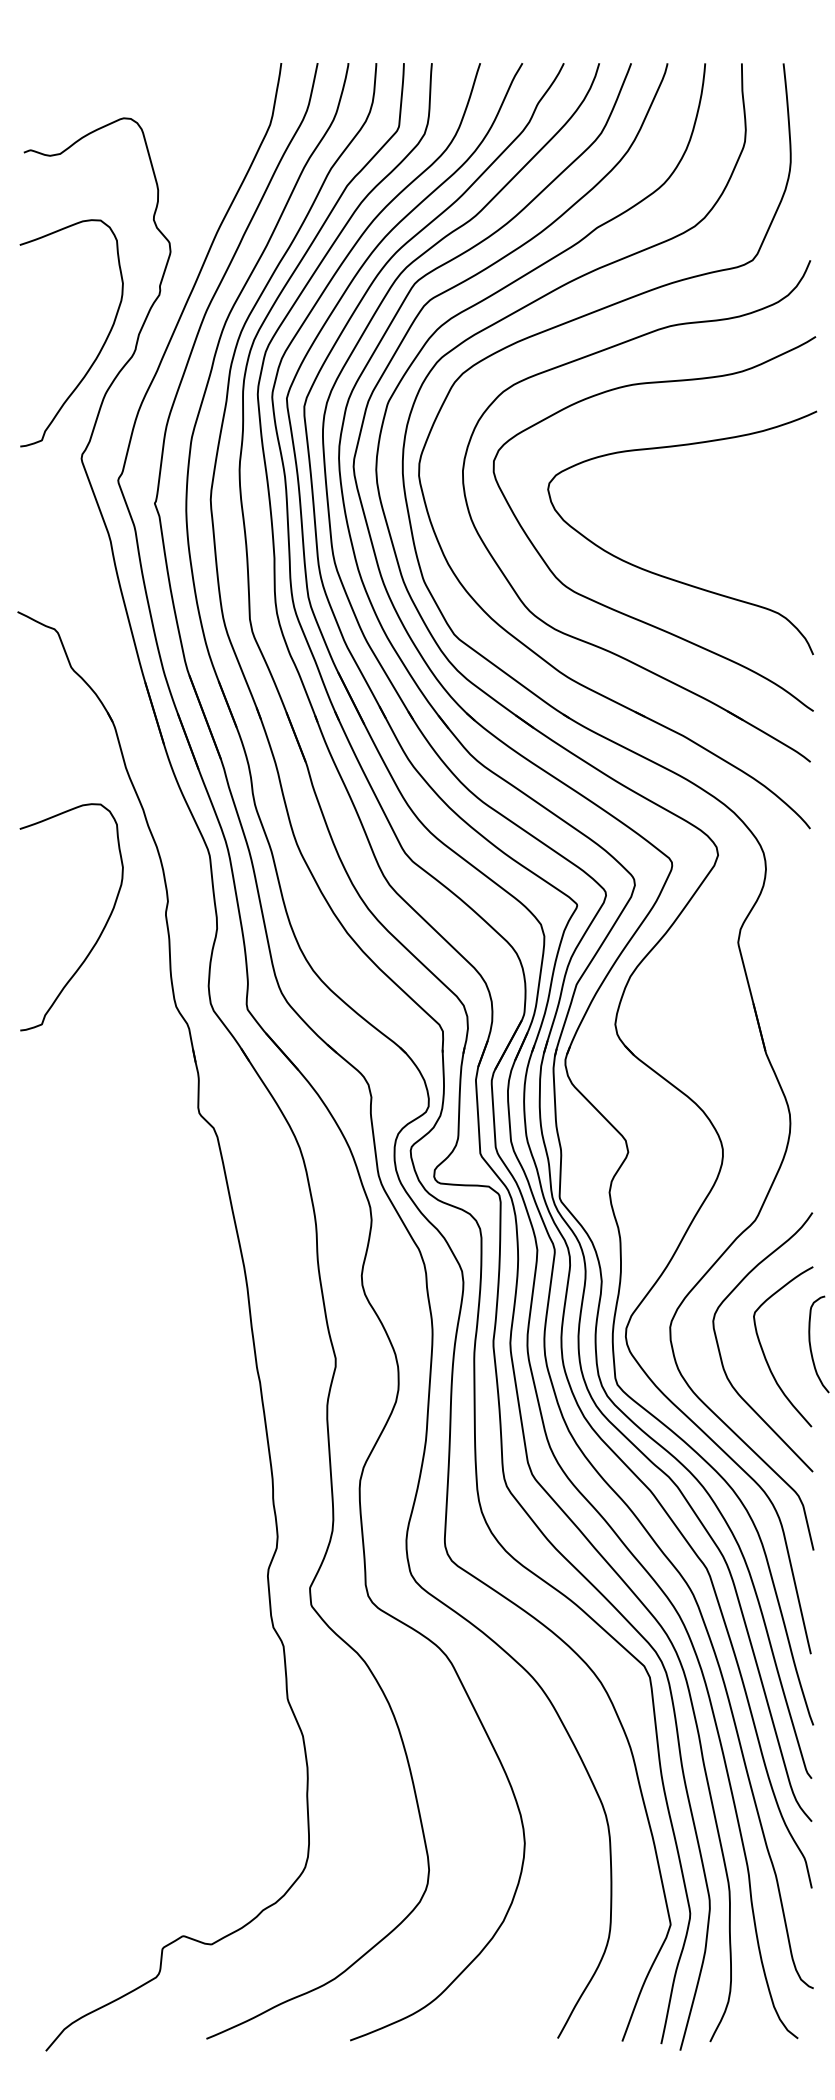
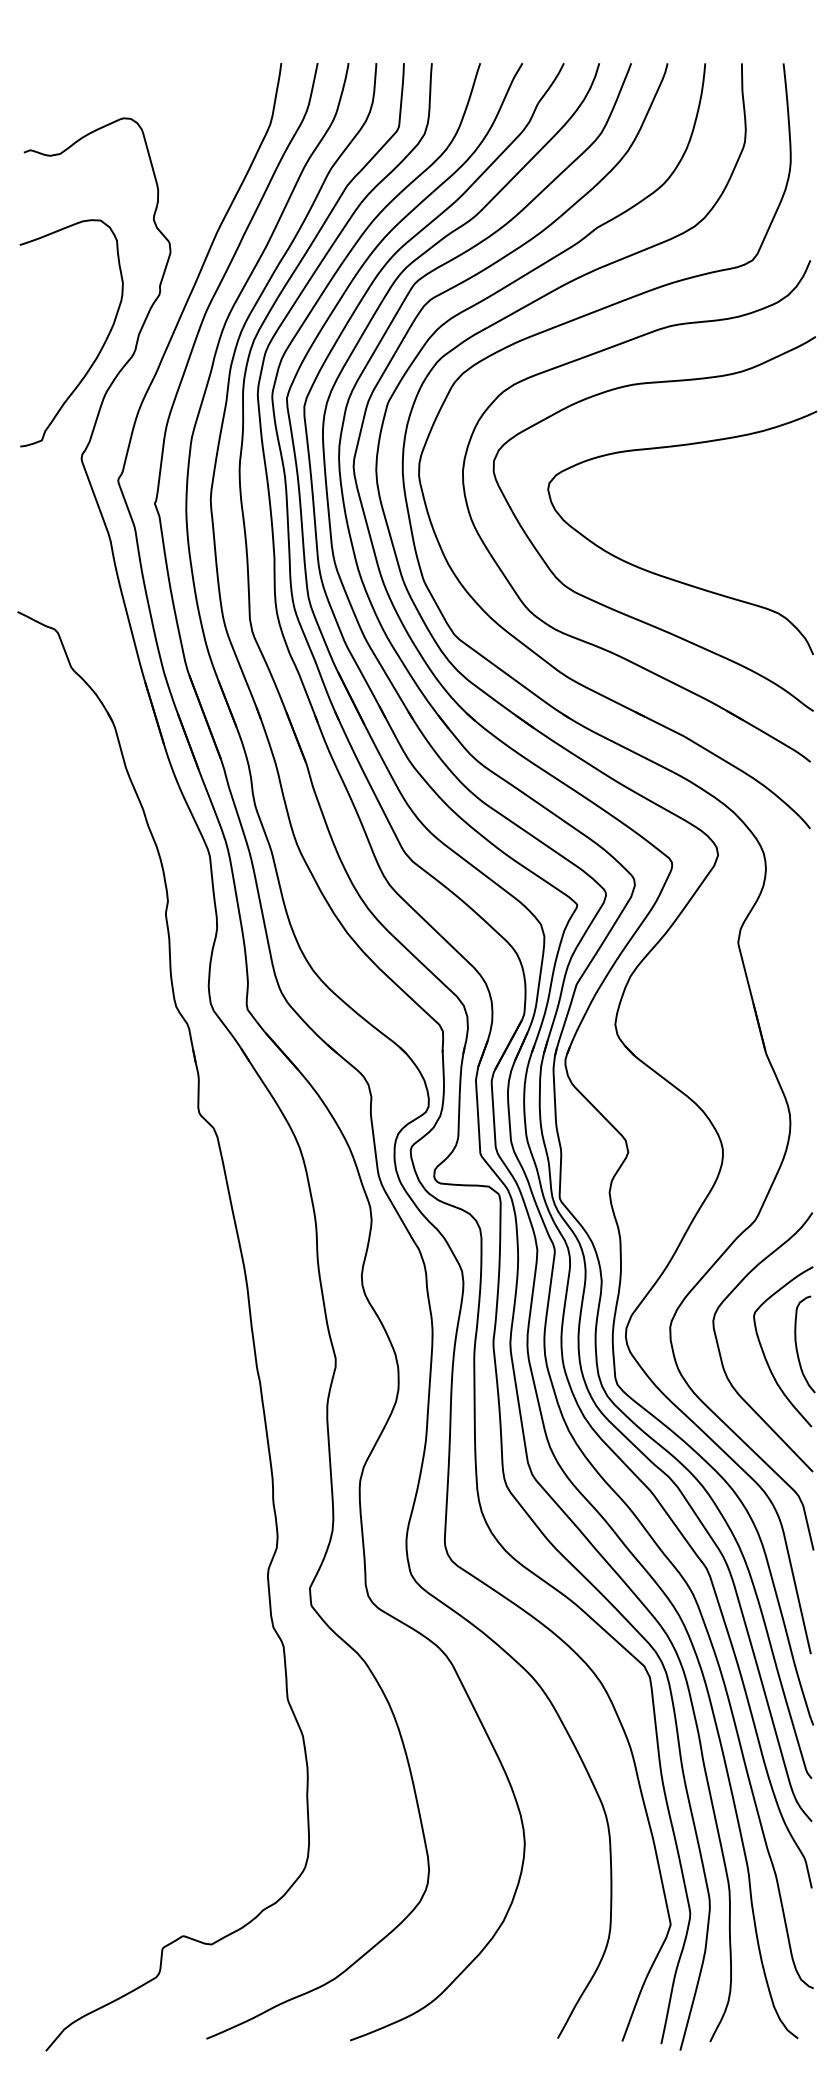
curve at (100, 932): present -> none
curve at (811, 1345) position: (811, 1345) -> (797, 1345)
